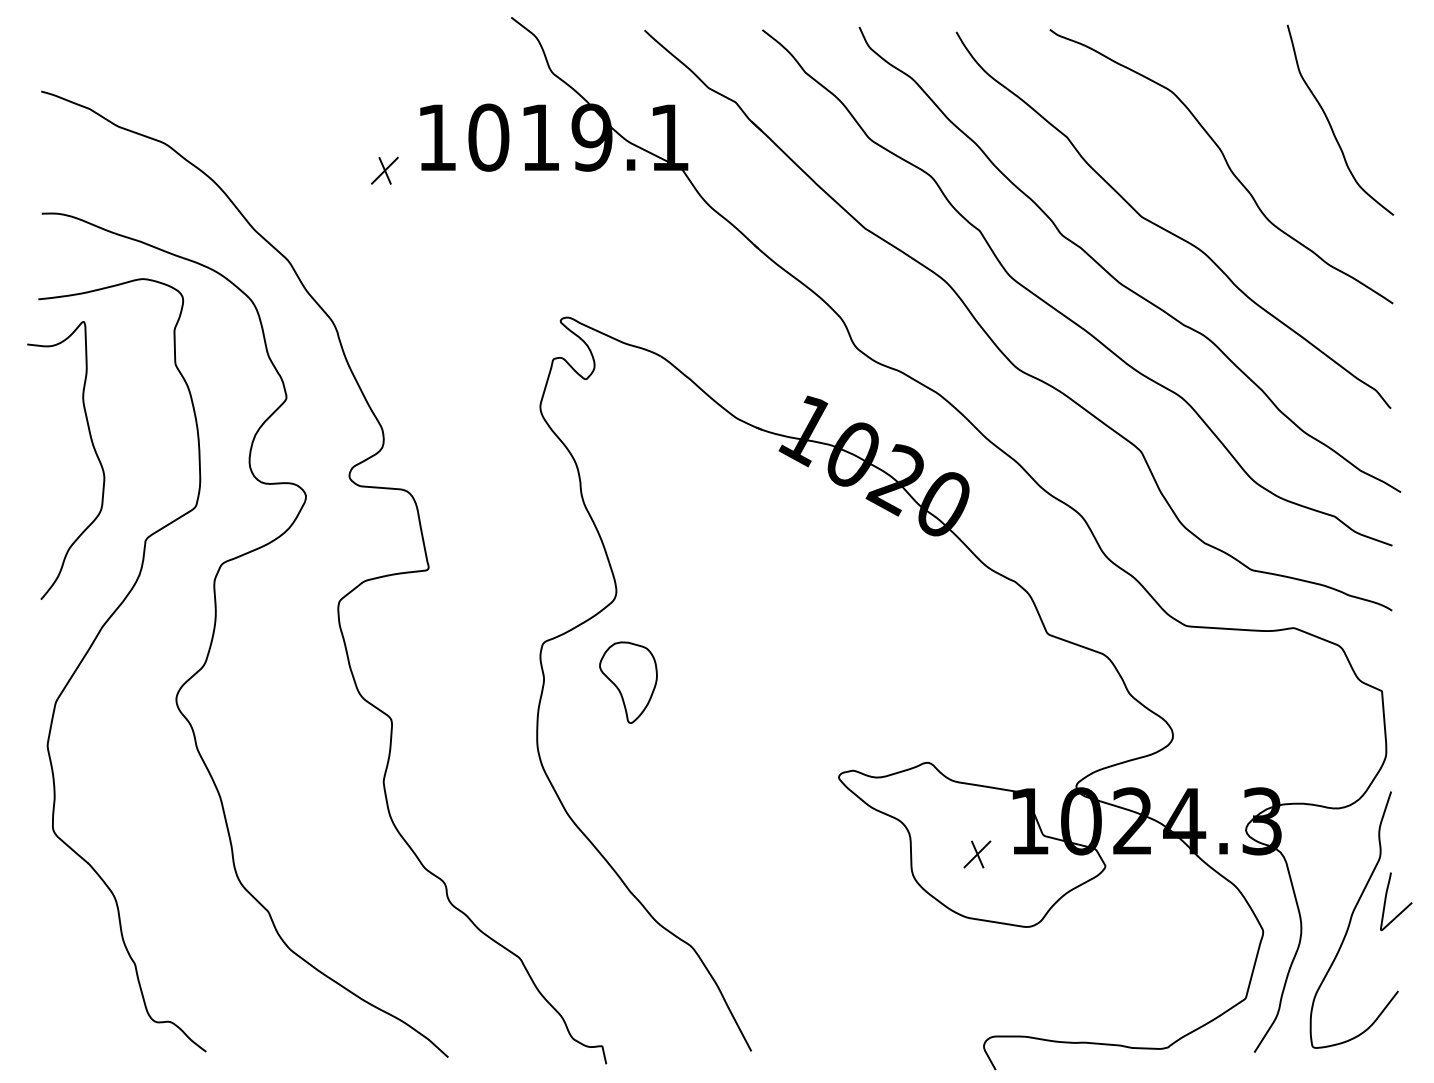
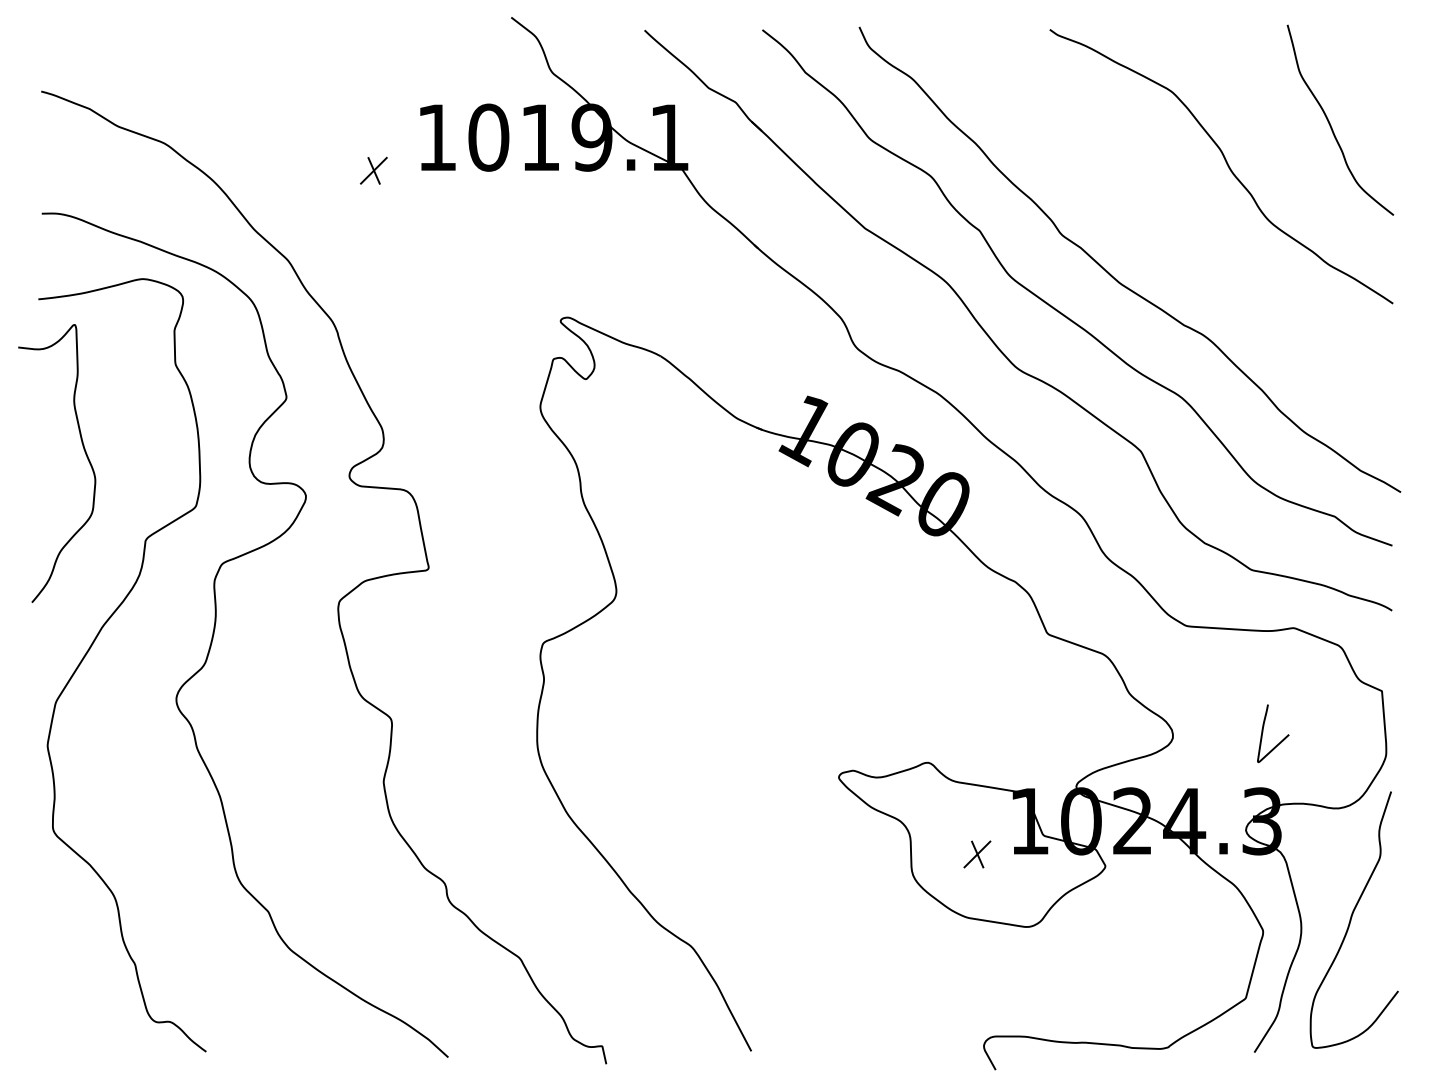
part at (384, 170) position: (384, 170) -> (373, 170)
curve at (1168, 230): present -> none
curve at (93, 449) position: (93, 449) -> (84, 452)
part at (628, 682): present -> none
curve at (1386, 900) position: (1386, 900) -> (1263, 732)
